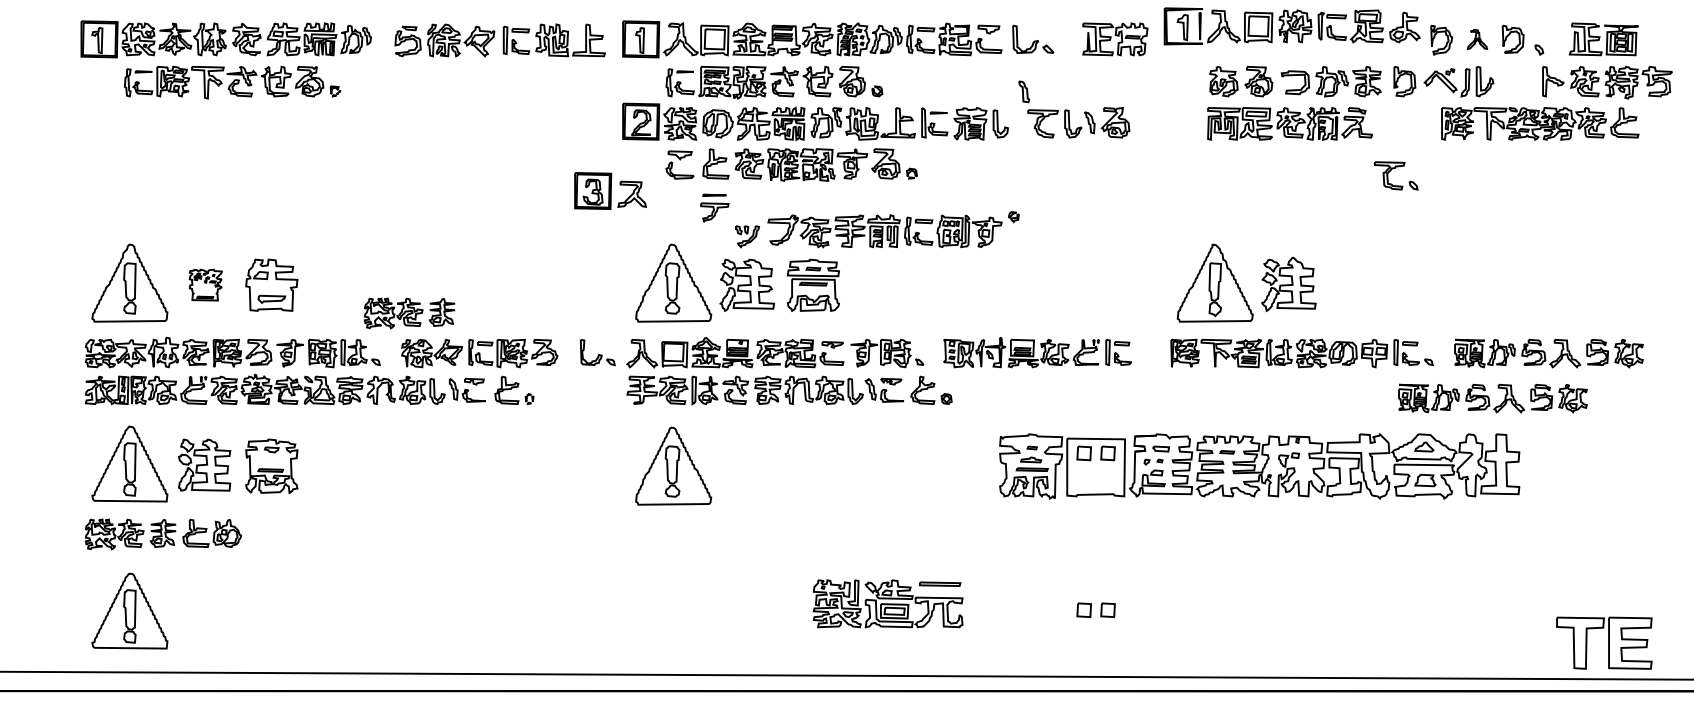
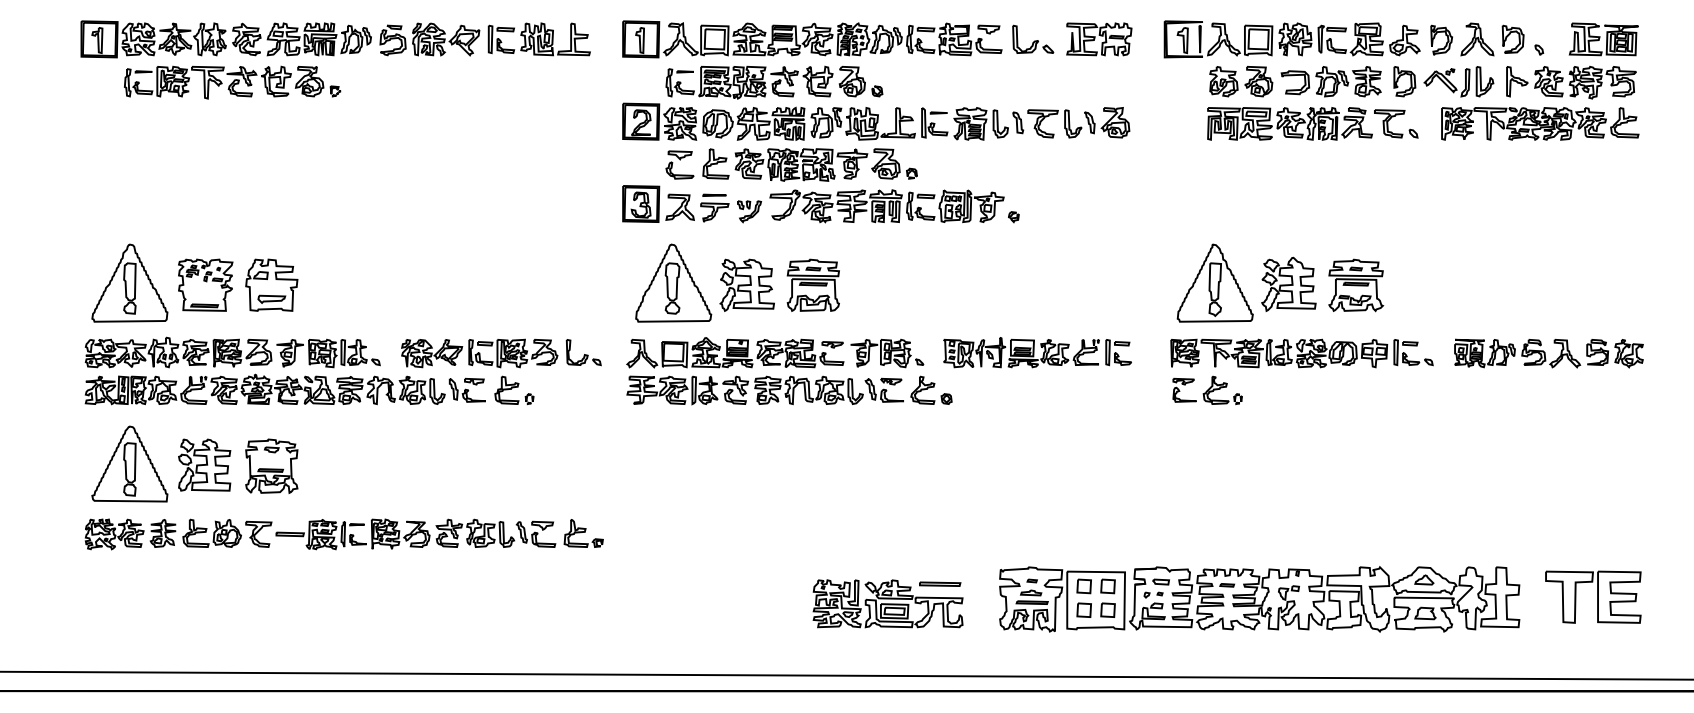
part at (1291, 26) position: (1291, 26) -> (1291, 39)
part at (1115, 39) position: (1115, 39) -> (1099, 39)
part at (1476, 39) size: 22x21 px -> 35x35 px
part at (499, 40) position: (499, 40) -> (484, 39)
part at (1607, 82) position: (1607, 82) -> (1571, 82)
part at (1024, 91) position: (1024, 91) -> (1018, 122)
part at (1393, 169) position: (1393, 169) -> (1393, 117)
part at (610, 190) position: (610, 190) -> (658, 203)
part at (868, 231) position: (868, 231) -> (870, 206)
part at (205, 284) size: 35x34 px -> 56x54 px
part at (1356, 285): none -> present
part at (409, 313): present -> none
part at (597, 352) position: (597, 352) -> (583, 352)
part at (1207, 390): none -> present
part at (1492, 398): present -> none
part at (673, 465): present -> none
part at (1259, 466) position: (1259, 466) -> (1259, 599)
part at (424, 534): none -> present
part at (129, 610): present -> none
part at (1604, 642) position: (1604, 642) -> (1593, 596)
